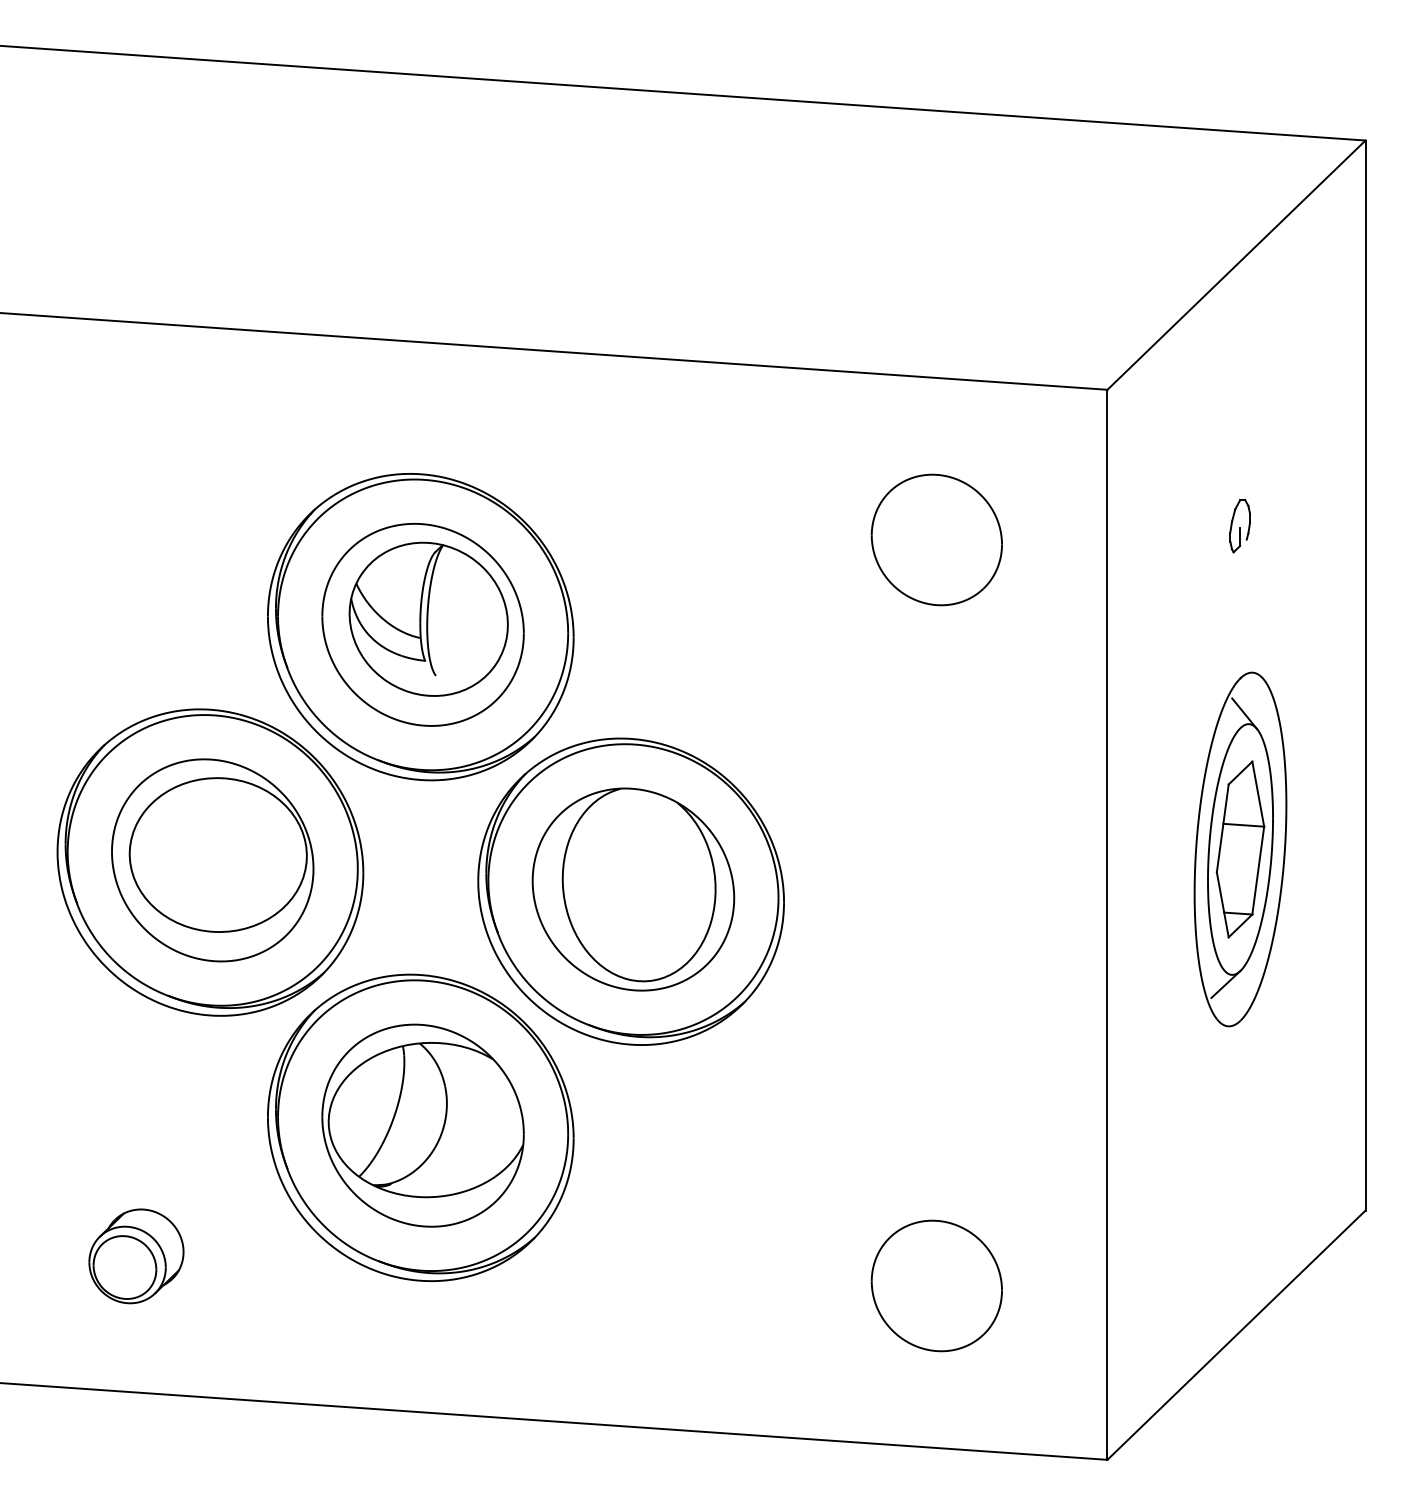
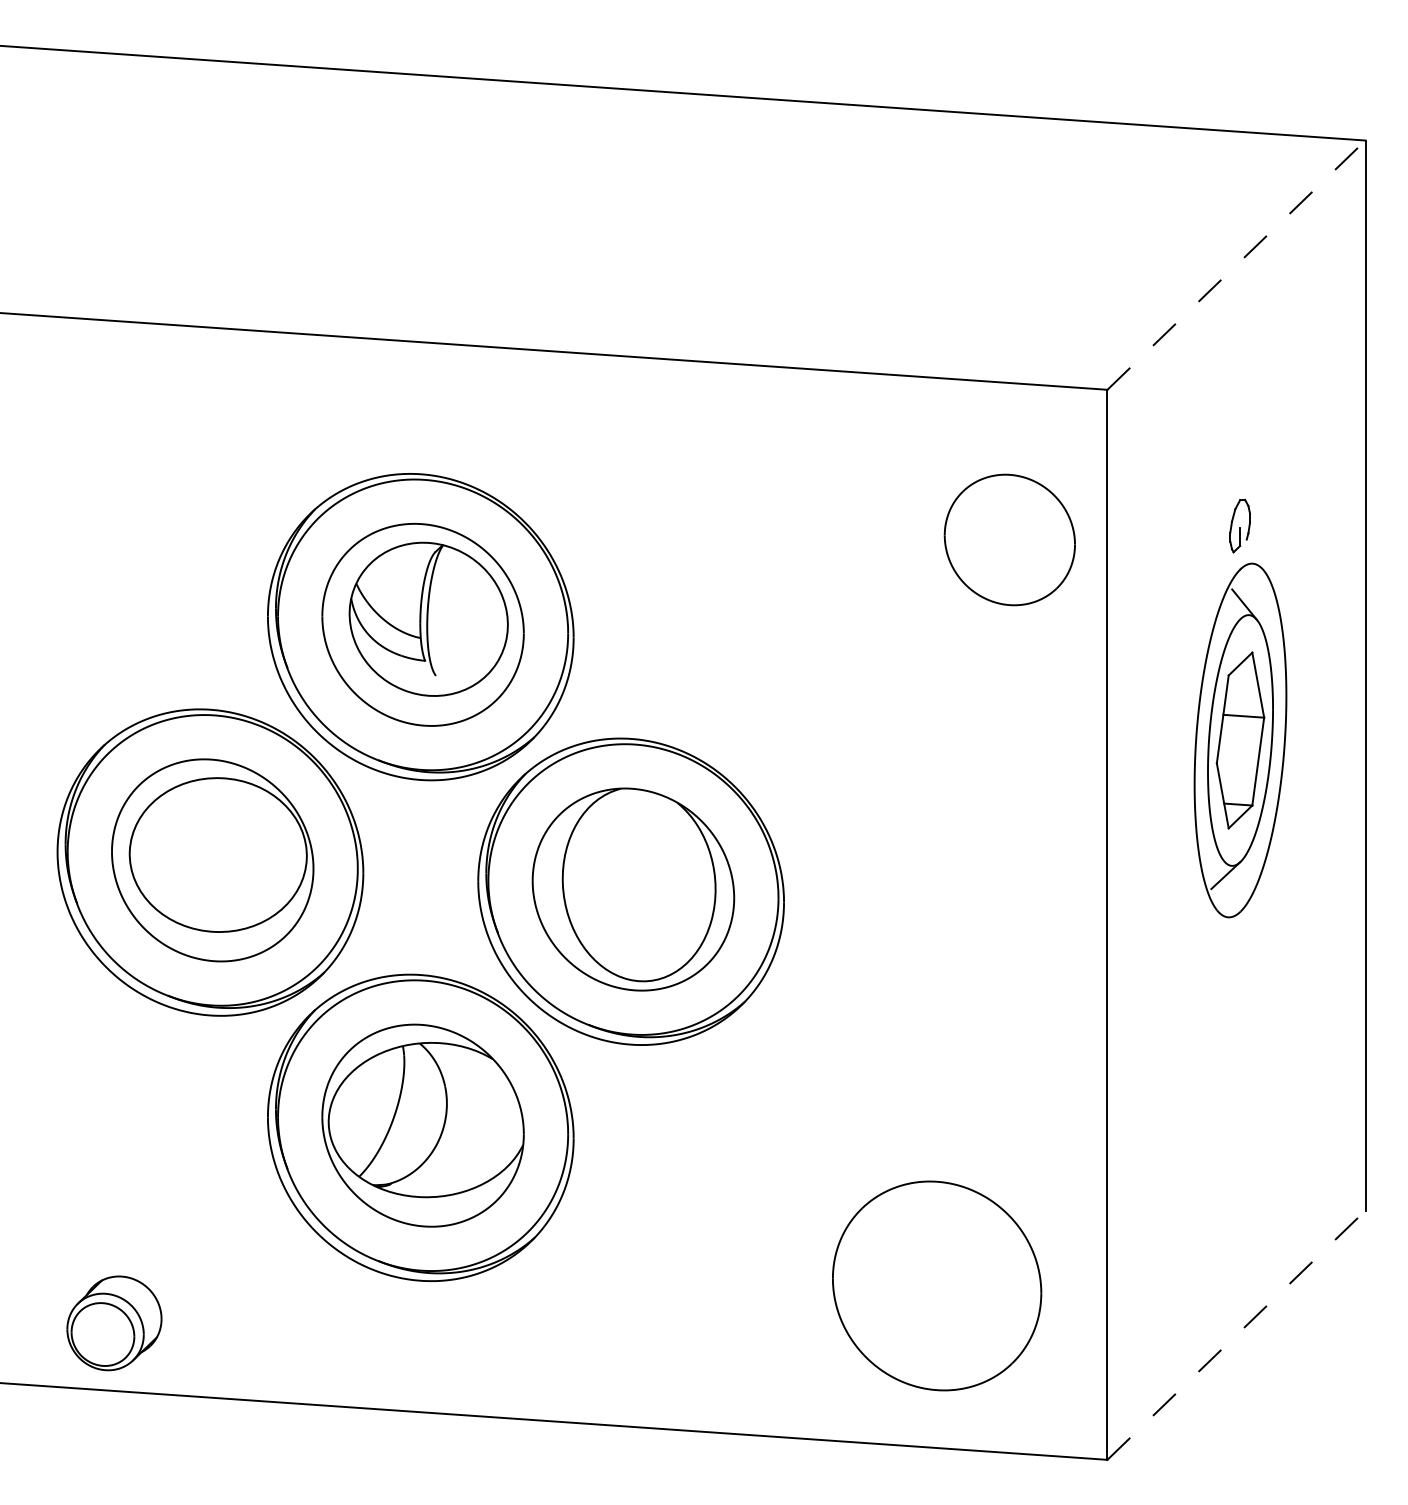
line at (1236, 264): solid -> dashed
part at (936, 539) position: (936, 539) -> (1009, 539)
part at (1240, 849) position: (1240, 849) -> (1240, 740)
part at (136, 1256) position: (136, 1256) -> (114, 1323)
part at (936, 1285) size: 133x134 px -> 211x212 px
line at (1236, 1334): solid -> dashed
